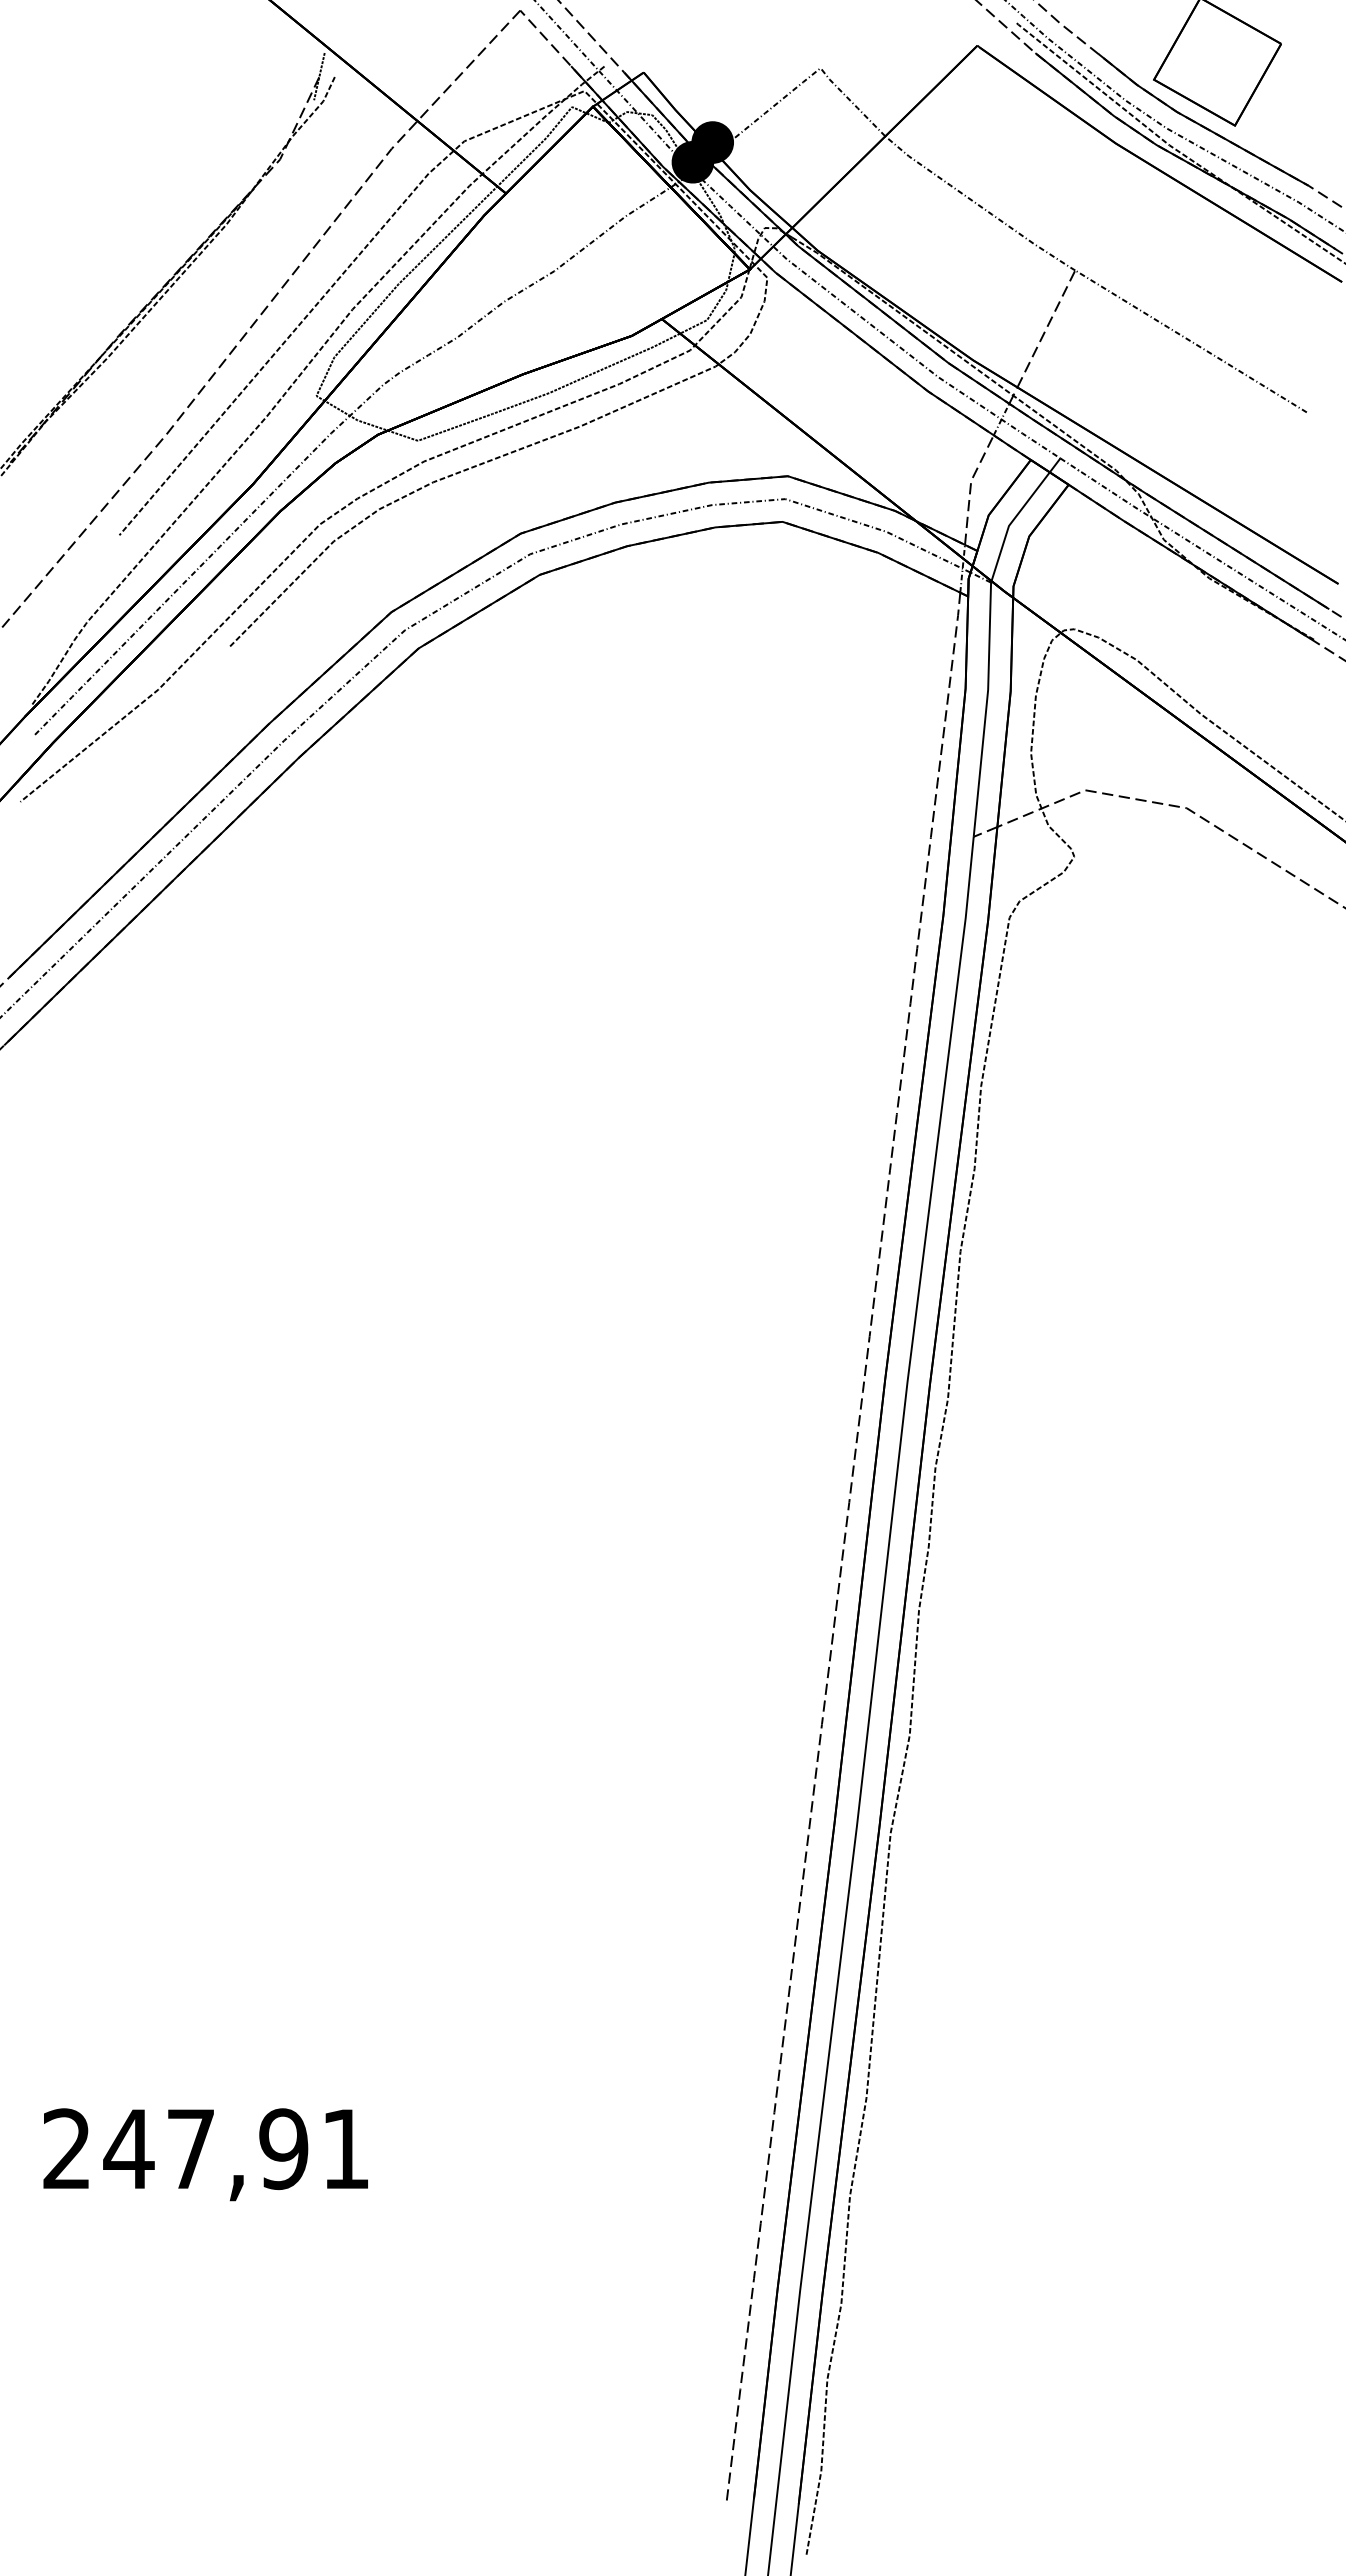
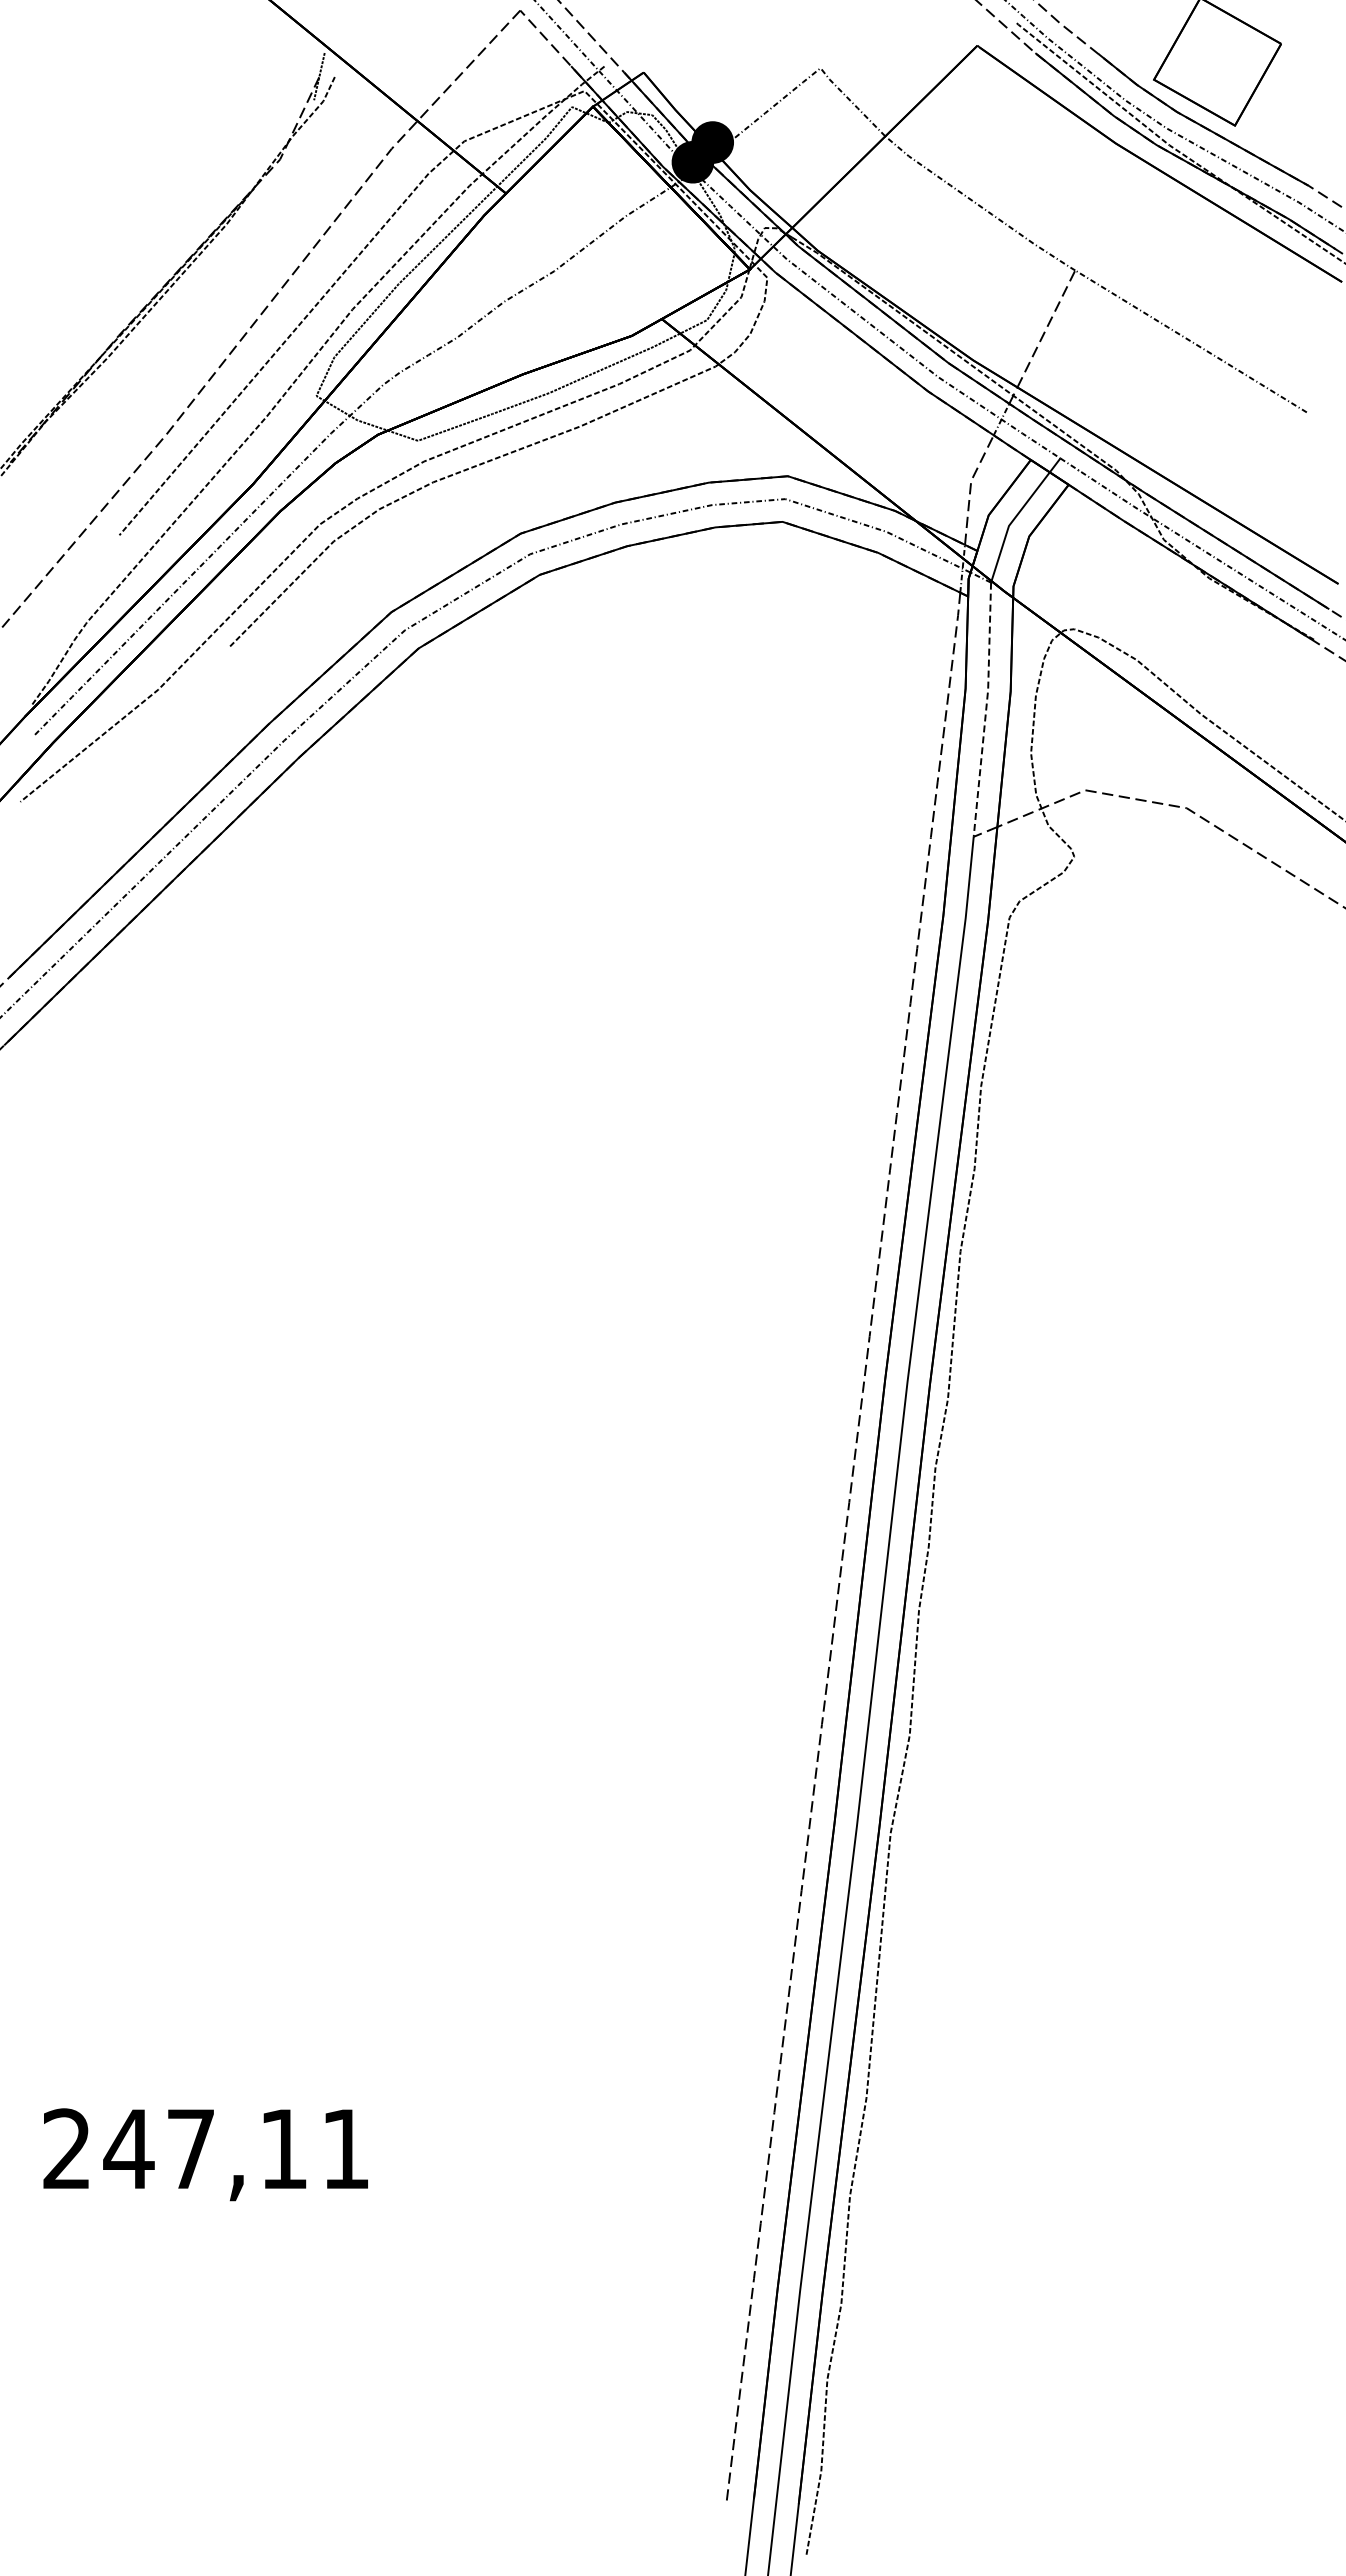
line at (986, 709): solid -> dashed
text at (283, 2149): 247,91 -> 247,11
